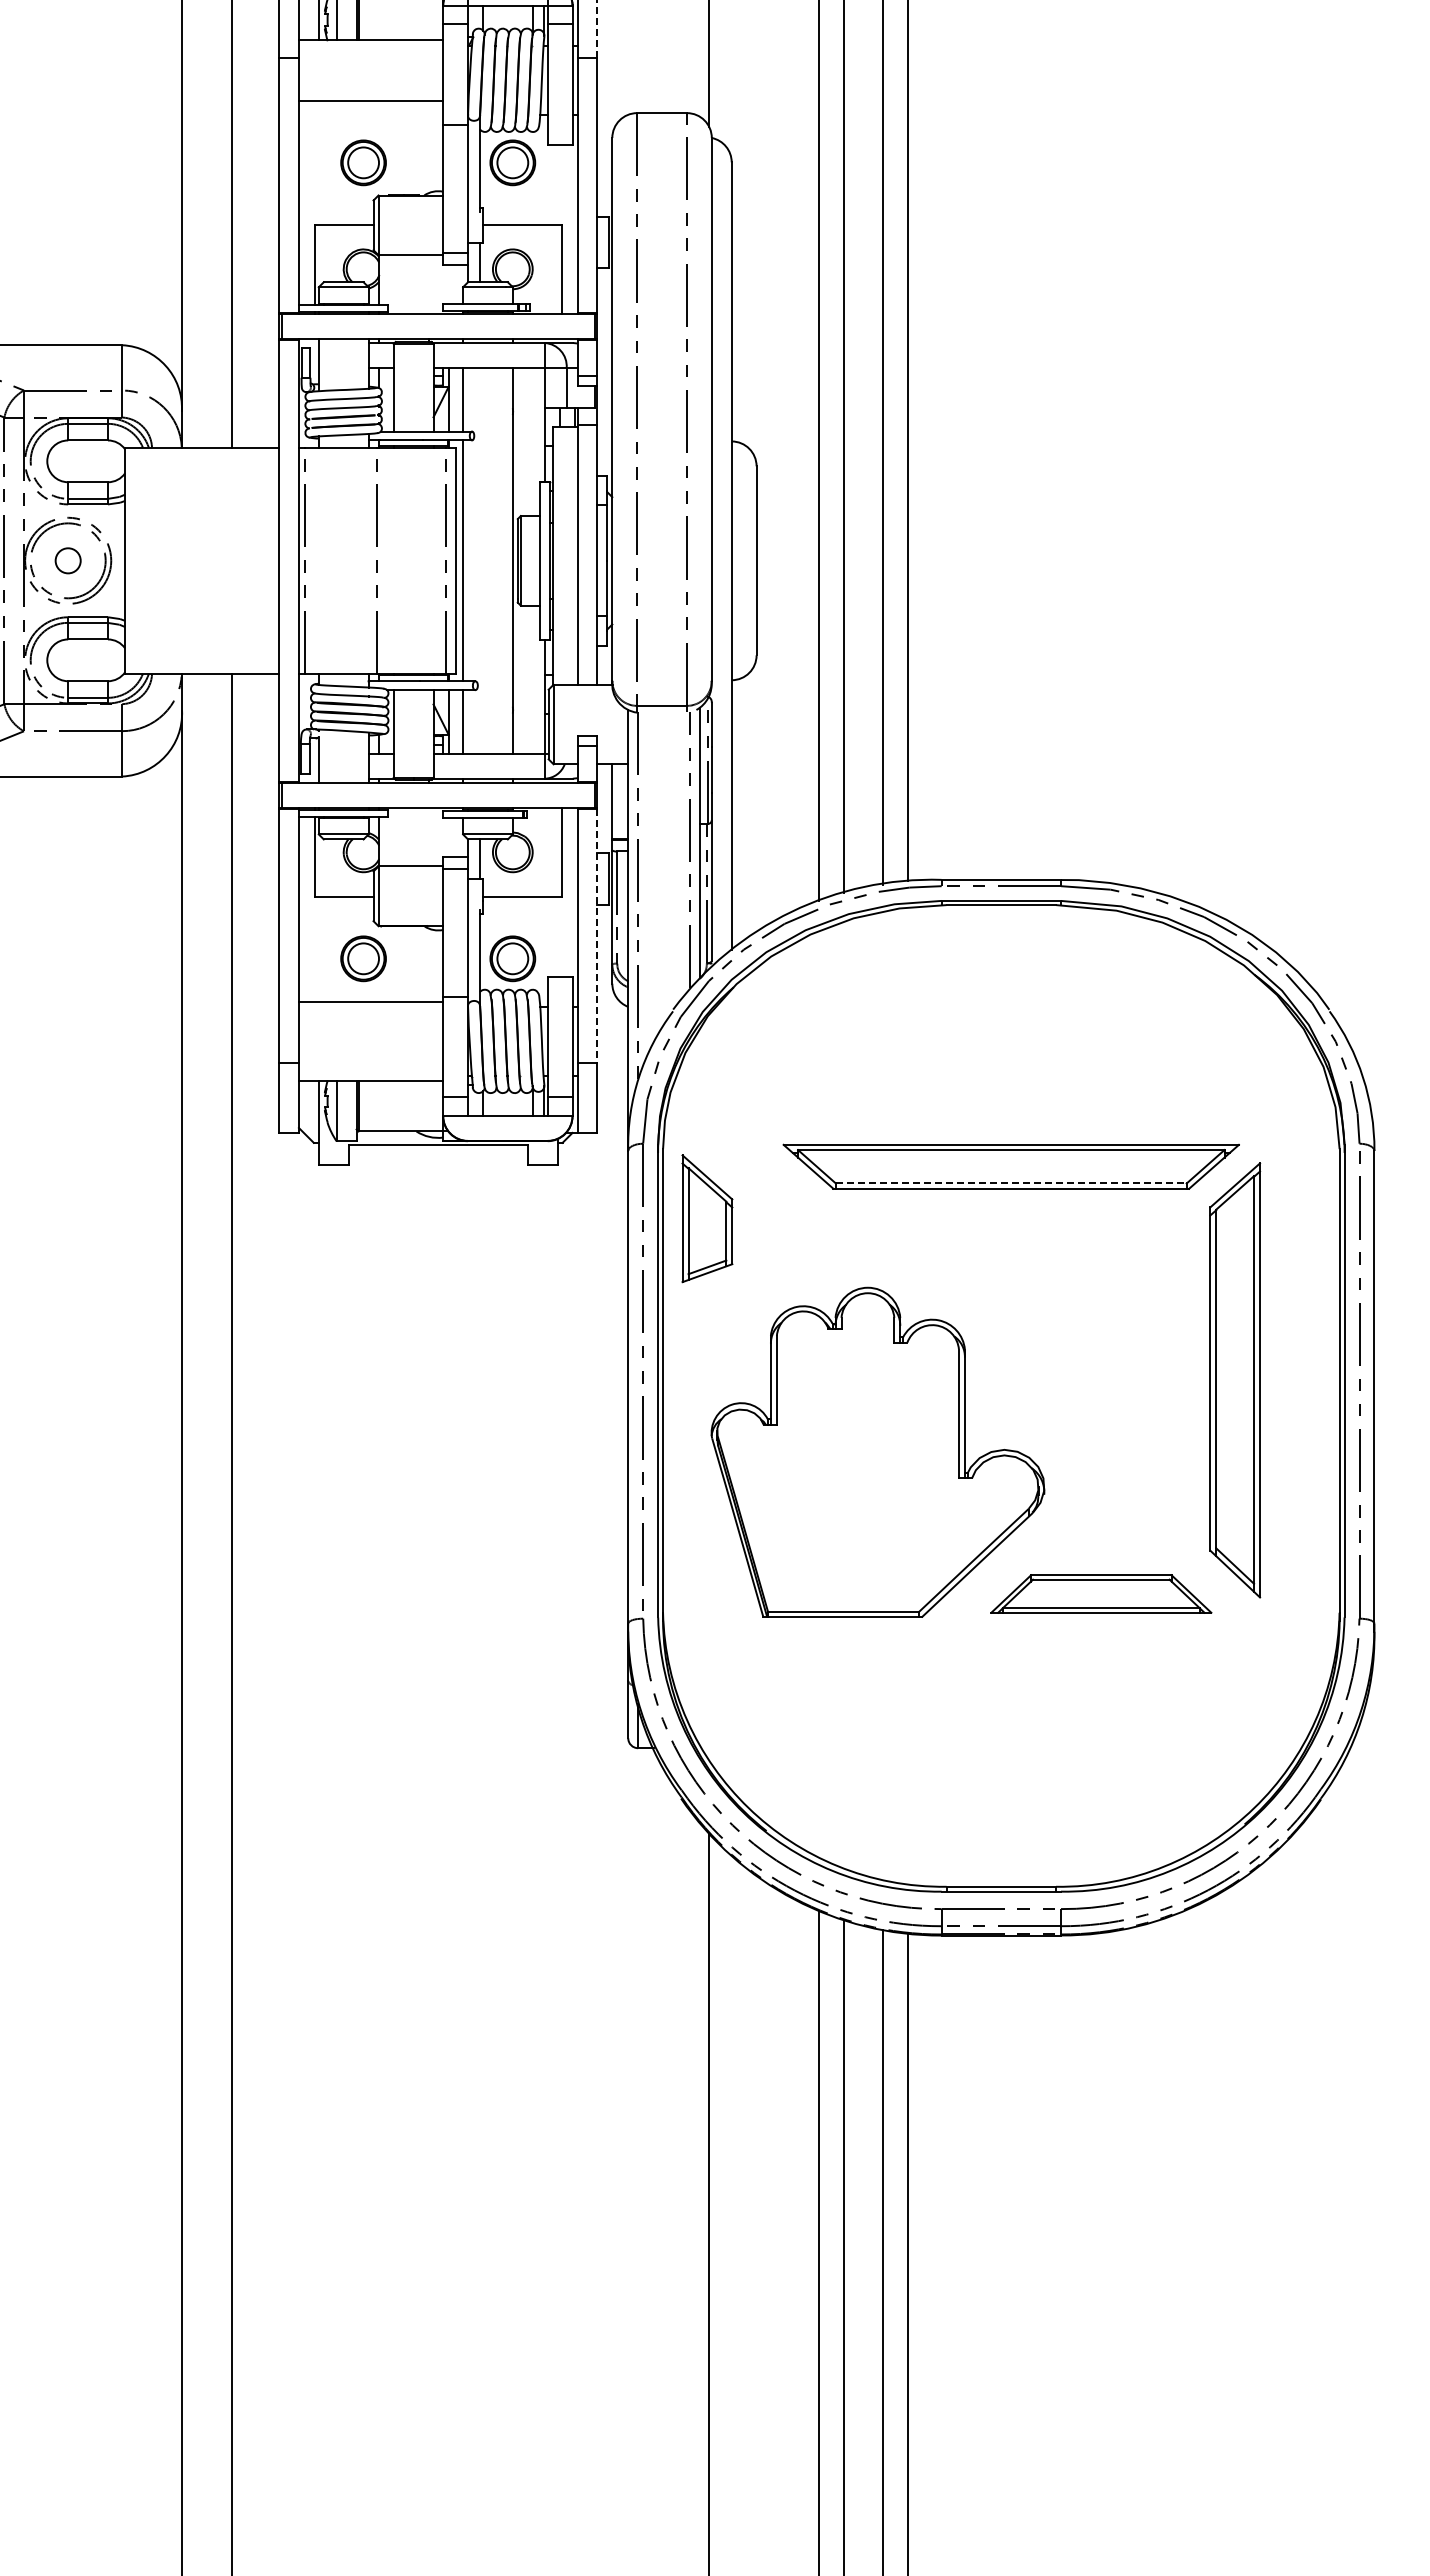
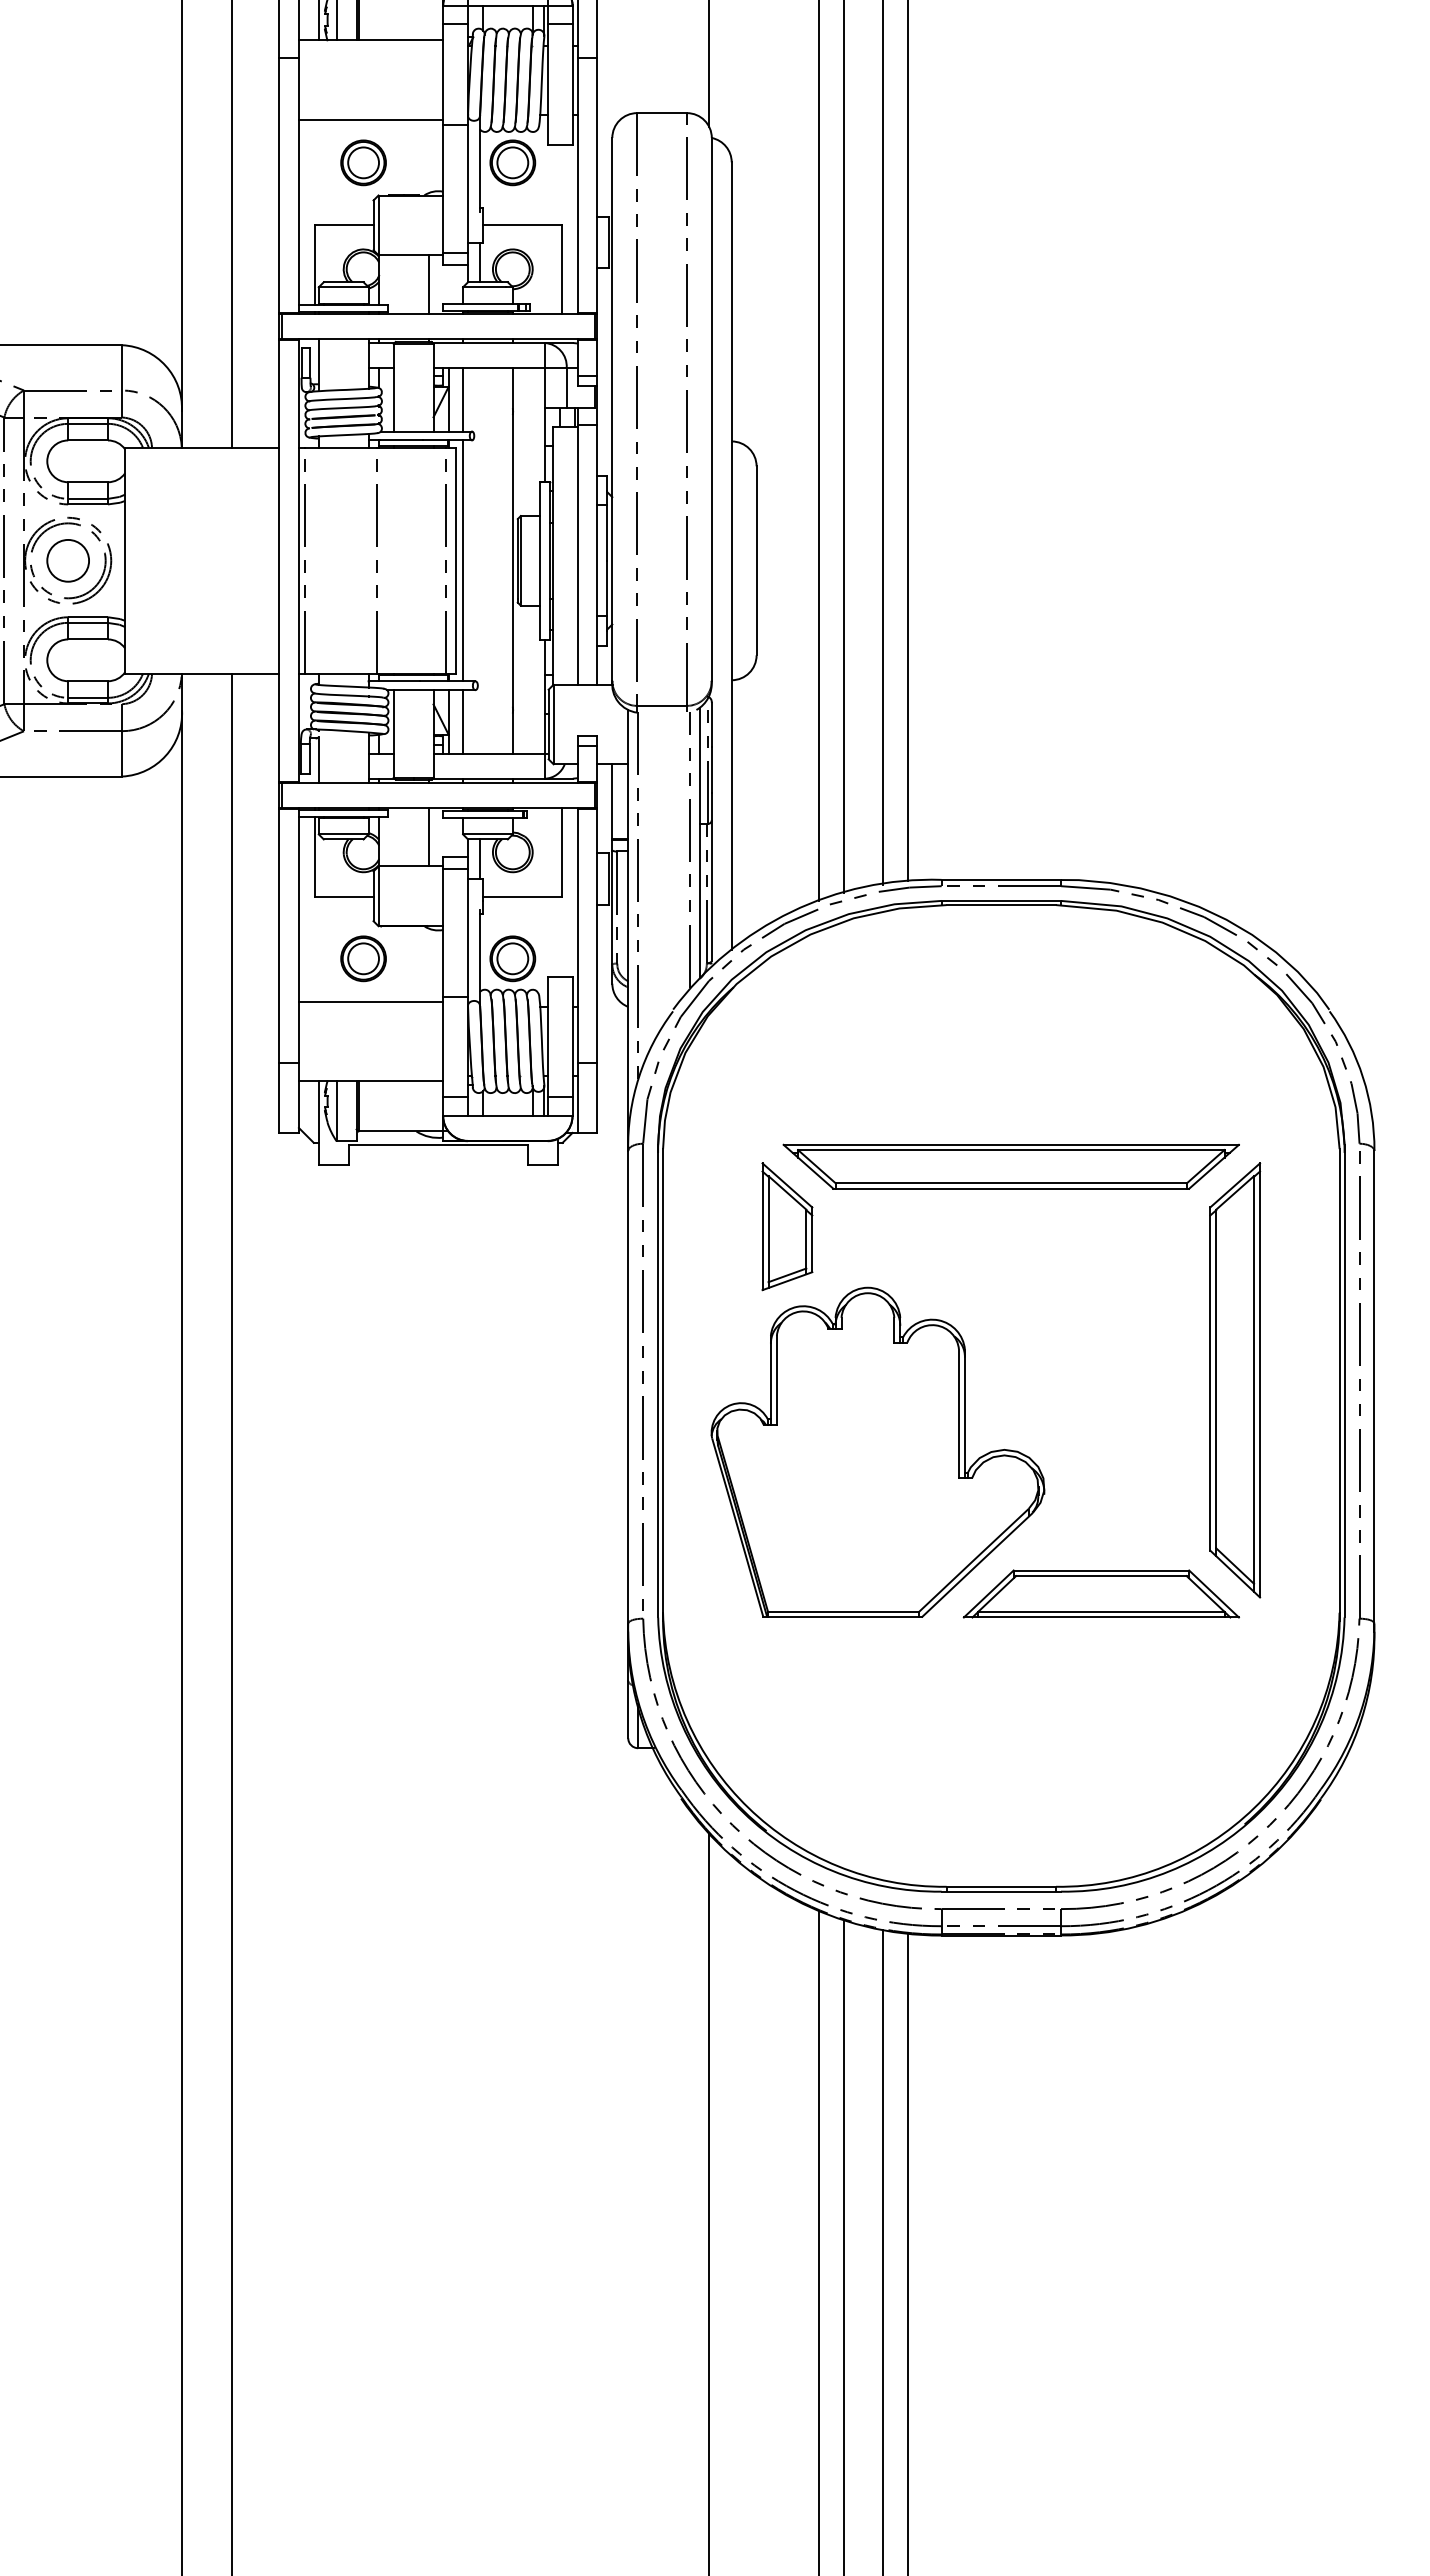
line at (597, 29): dashed -> solid
line at (370, 101) position: (370, 101) -> (370, 120)
line at (428, 284): none -> present
circle at (67, 560) diameter: 25 px -> 42 px
line at (428, 836): none -> present
line at (597, 936): dashed -> solid
line at (1011, 1183): dashed -> solid
part at (707, 1218) position: (707, 1218) -> (787, 1226)
part at (1101, 1593) size: 223x40 px -> 278x50 px
